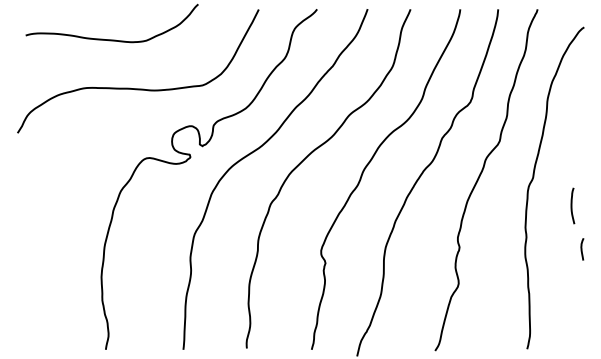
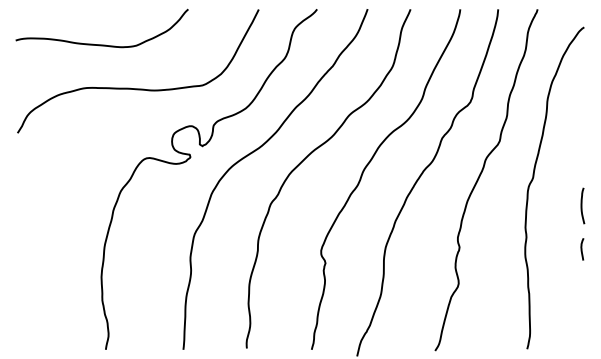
curve at (111, 39) position: (111, 39) -> (101, 44)
curve at (572, 205) position: (572, 205) -> (582, 205)
